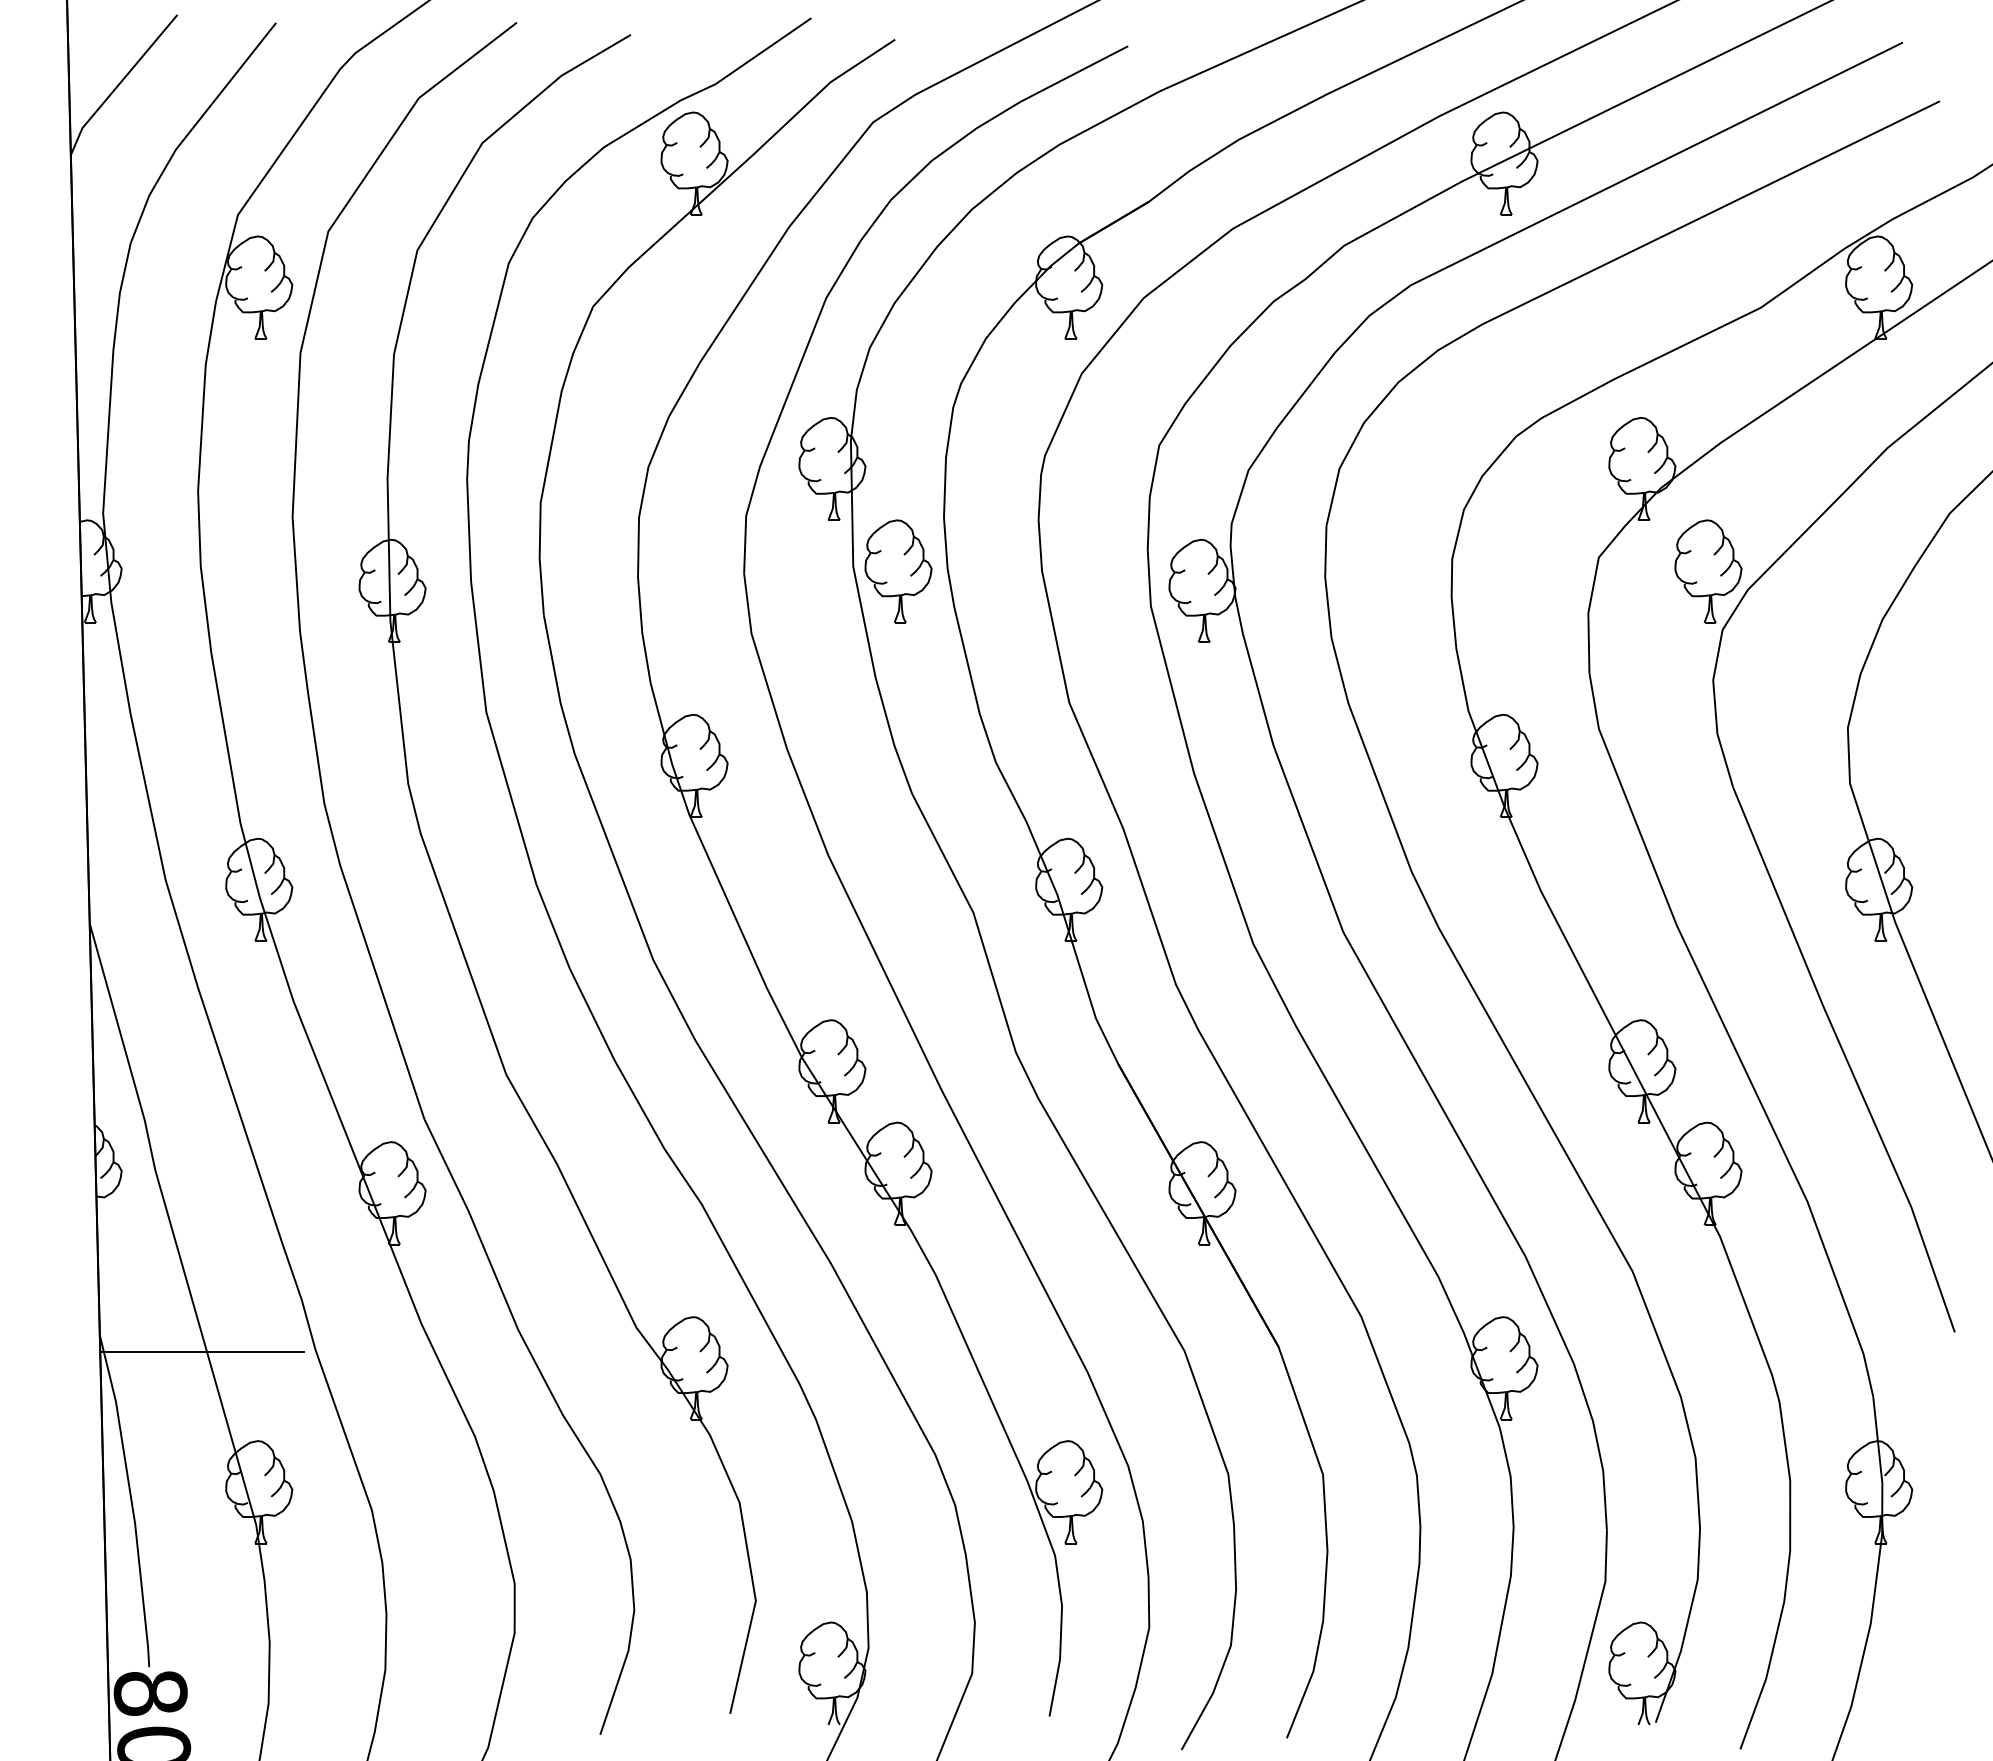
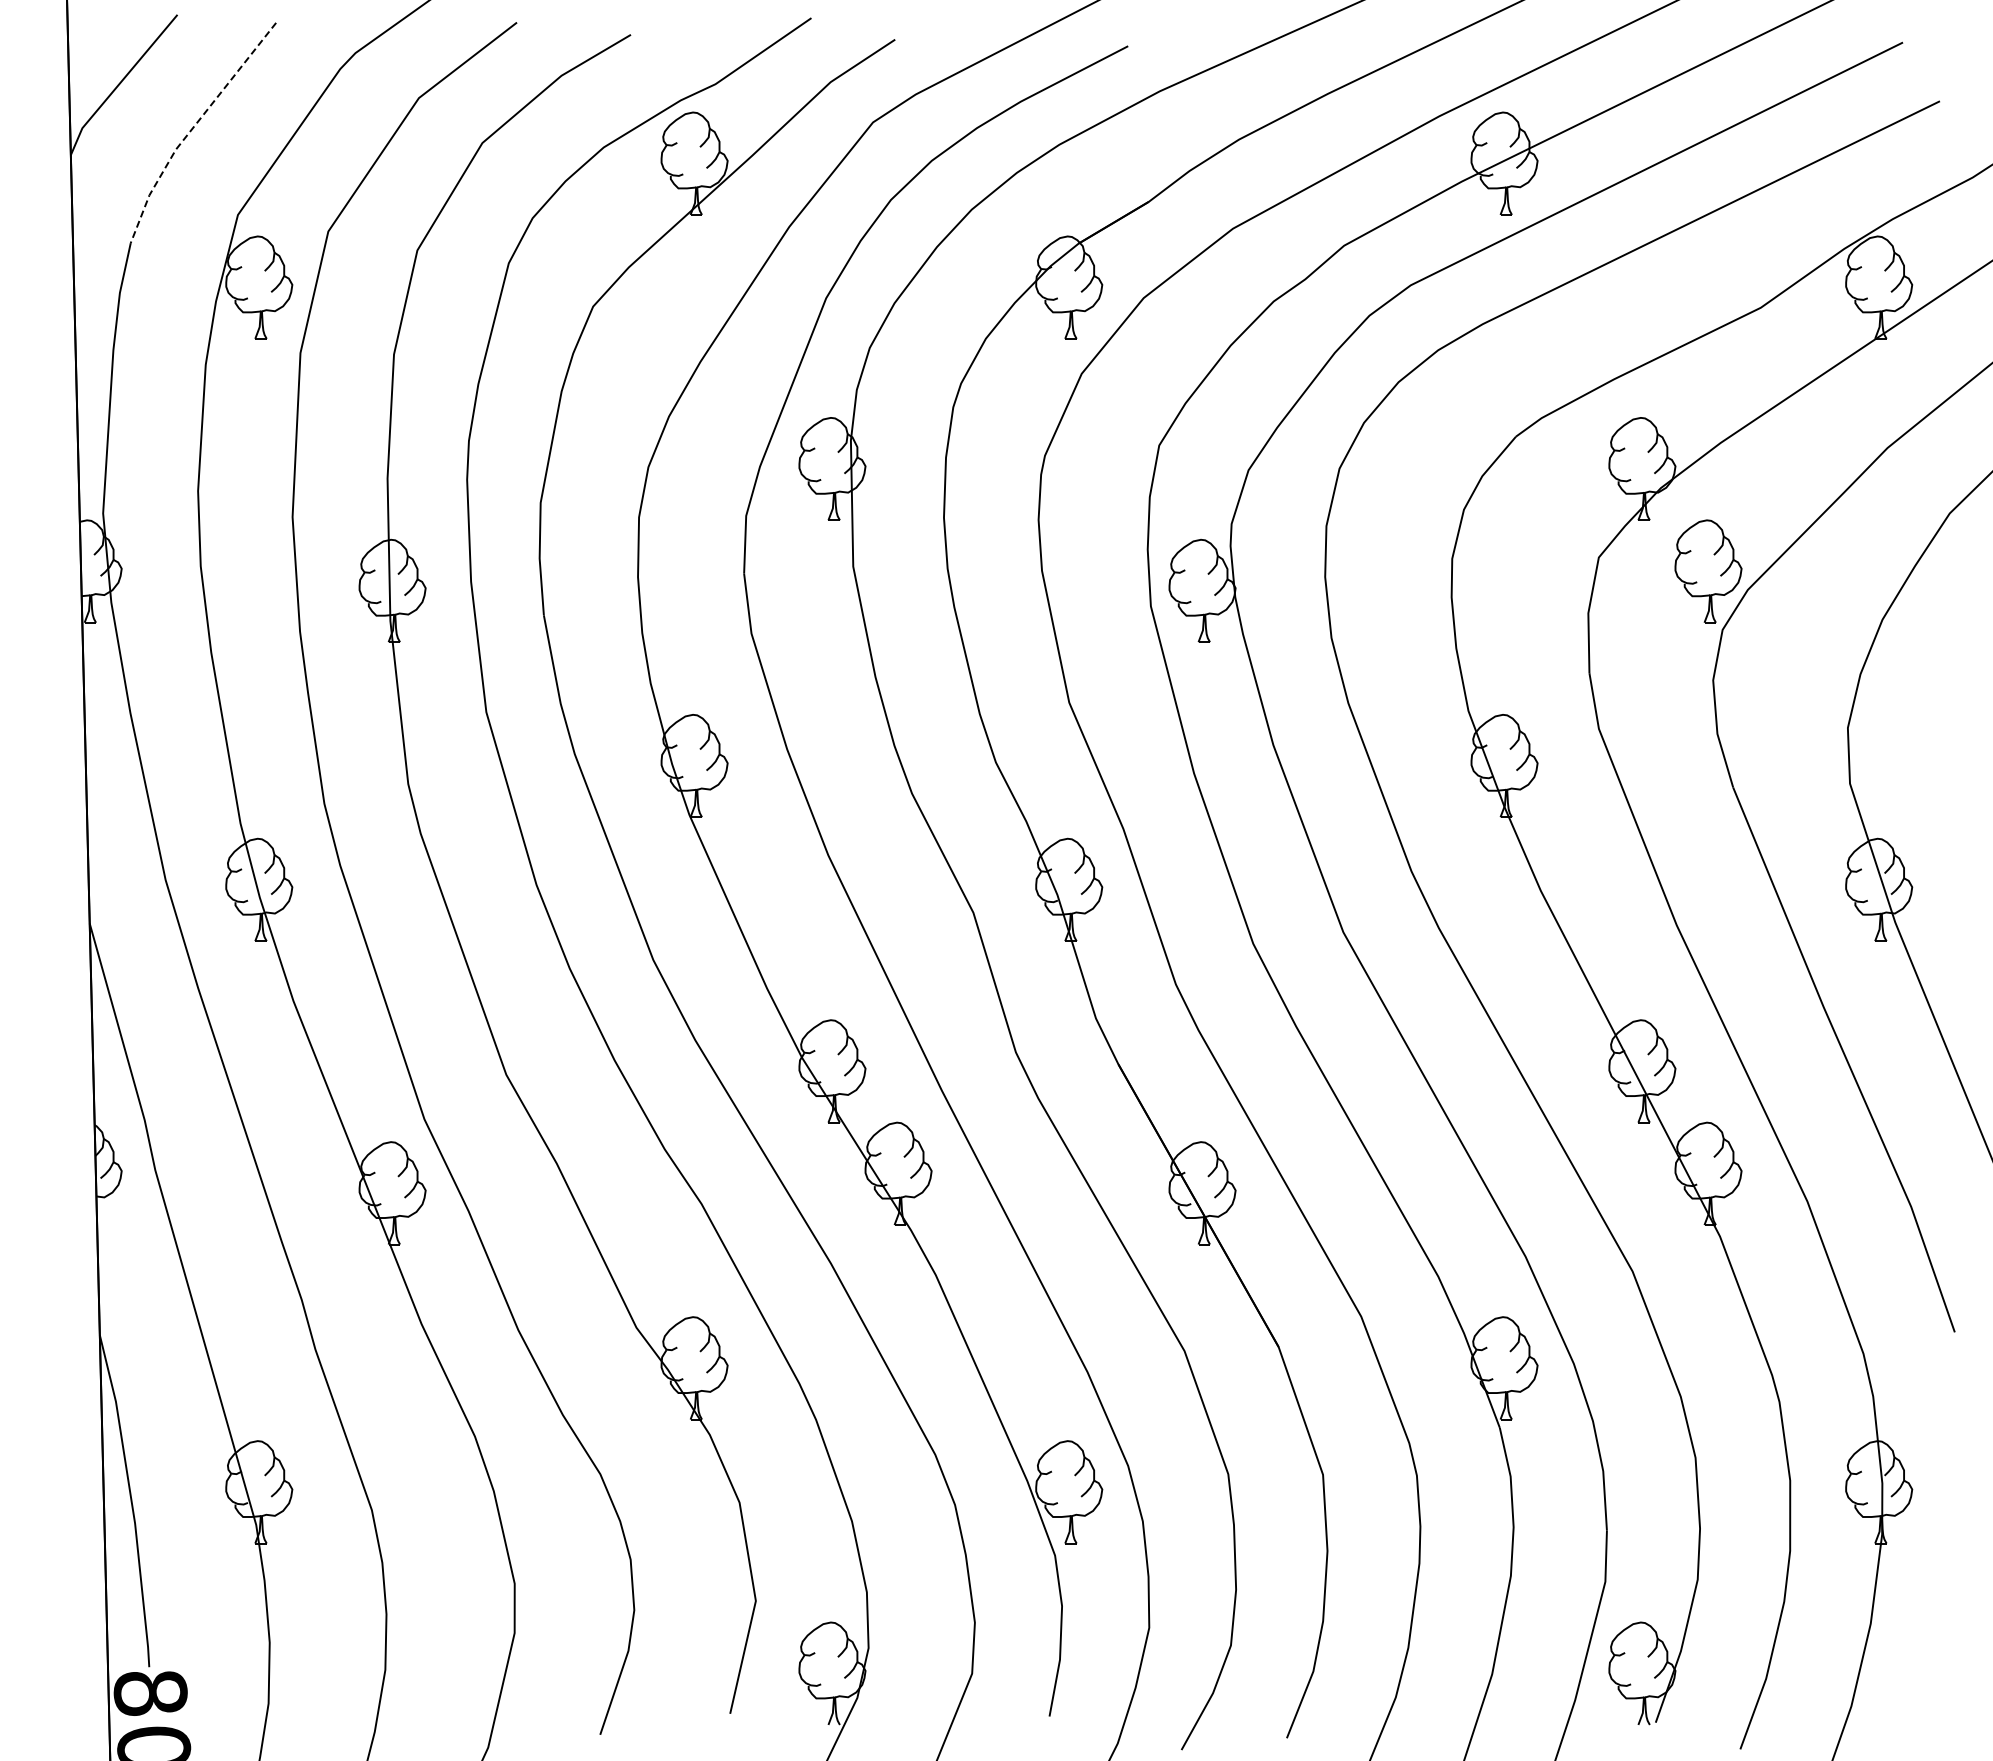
line at (192, 128): solid -> dashed
part at (898, 571): present -> none
line at (202, 1352): present -> none
